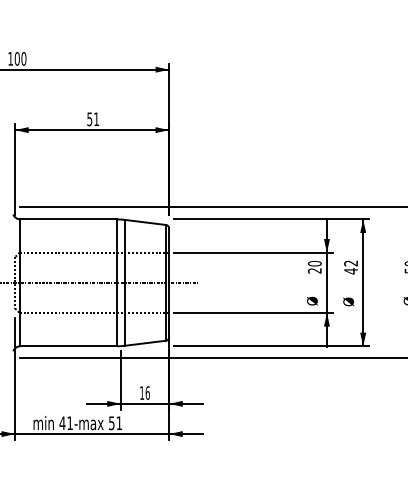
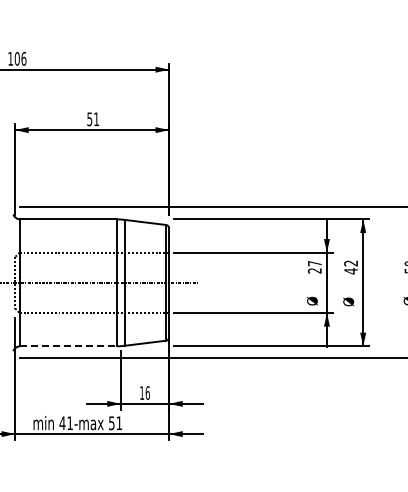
text at (23, 58): 100 -> 106
text at (314, 263): 20 -> 27
line at (69, 346): solid -> dashed
